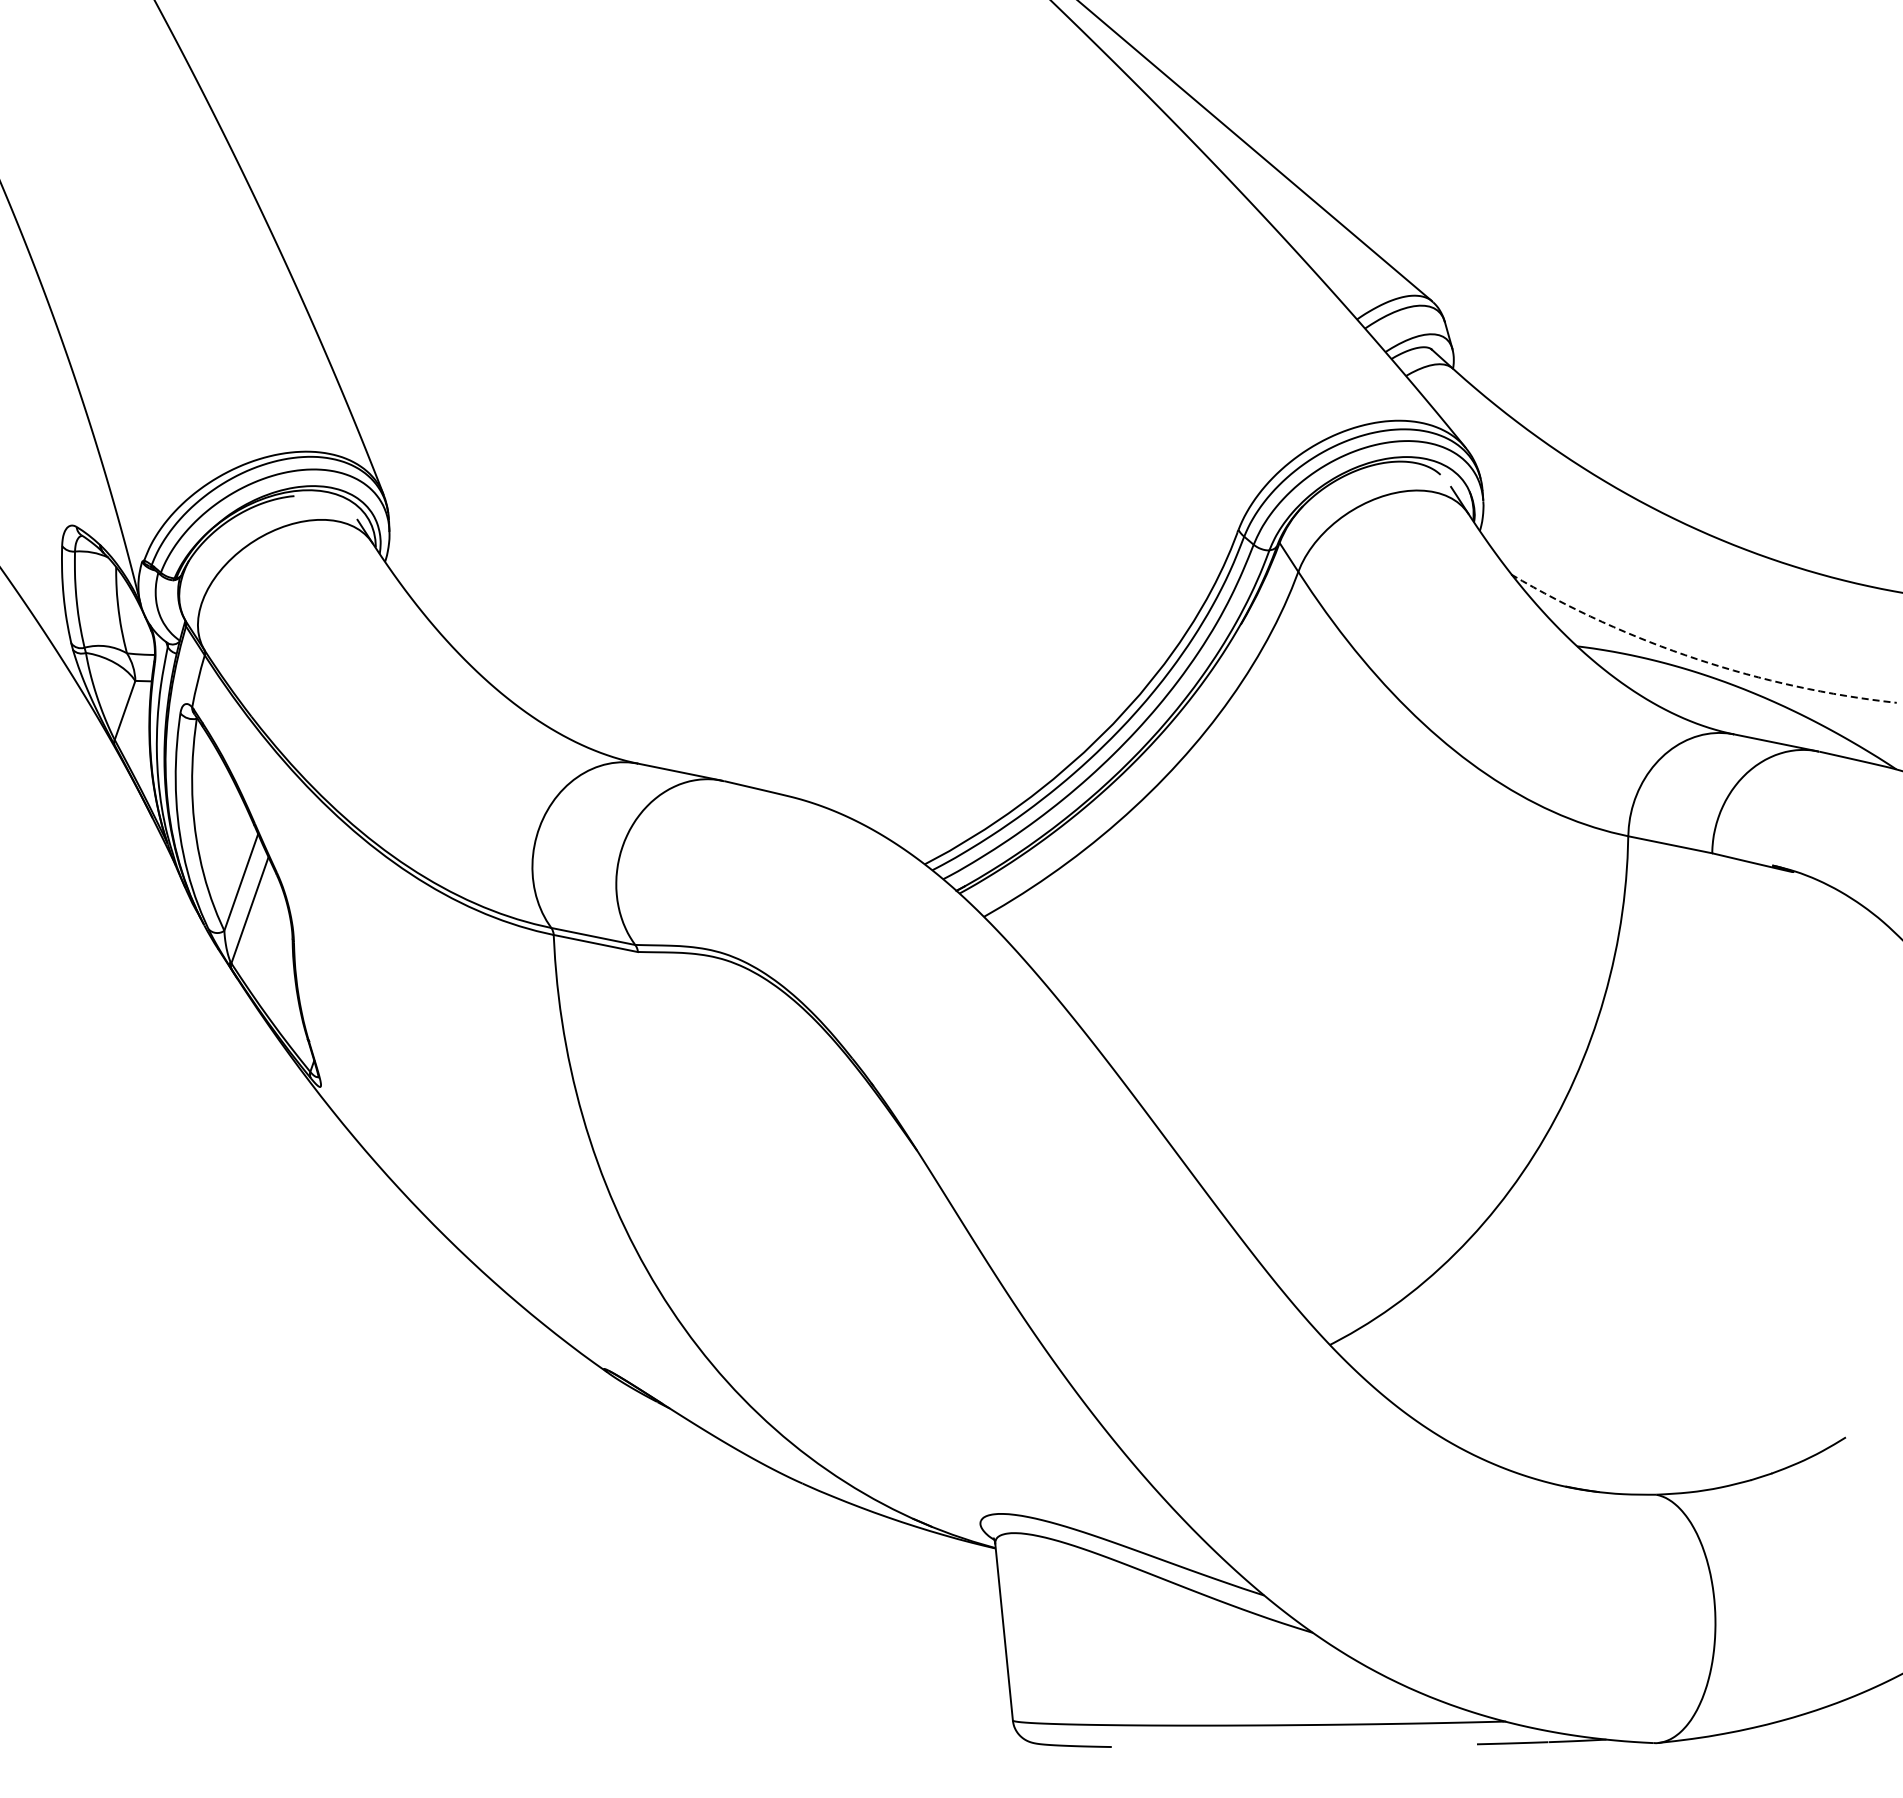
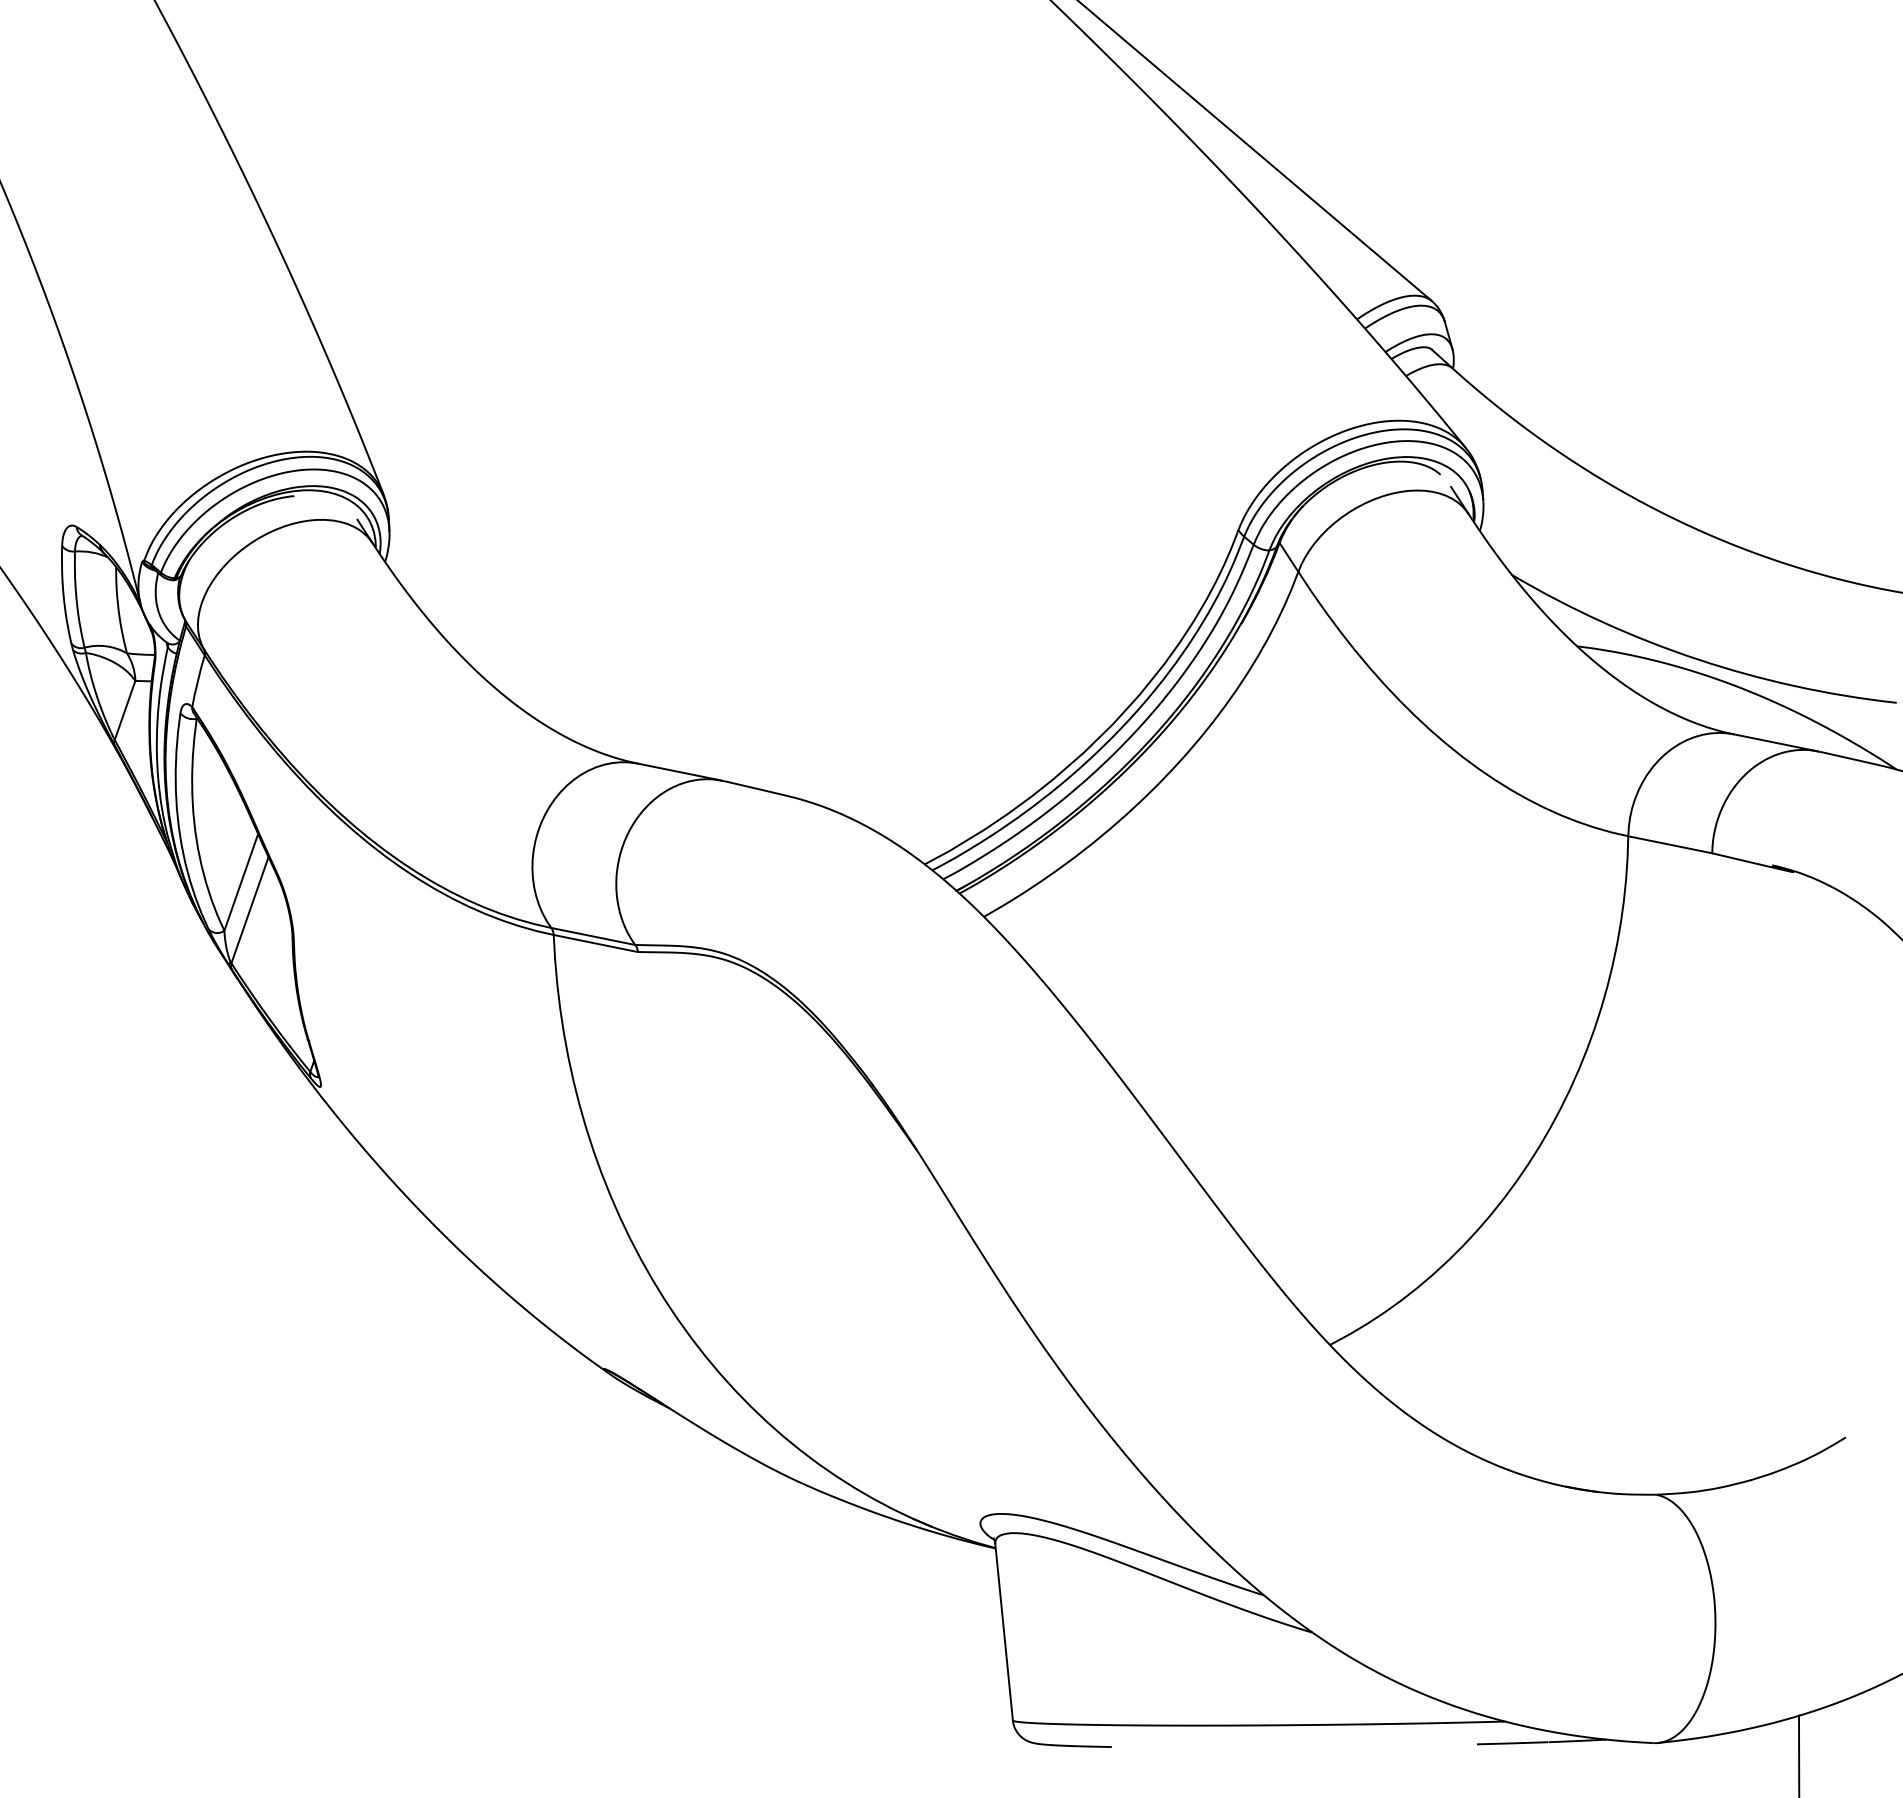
arc at (1697, 659): dashed -> solid
line at (1799, 1754): none -> present
